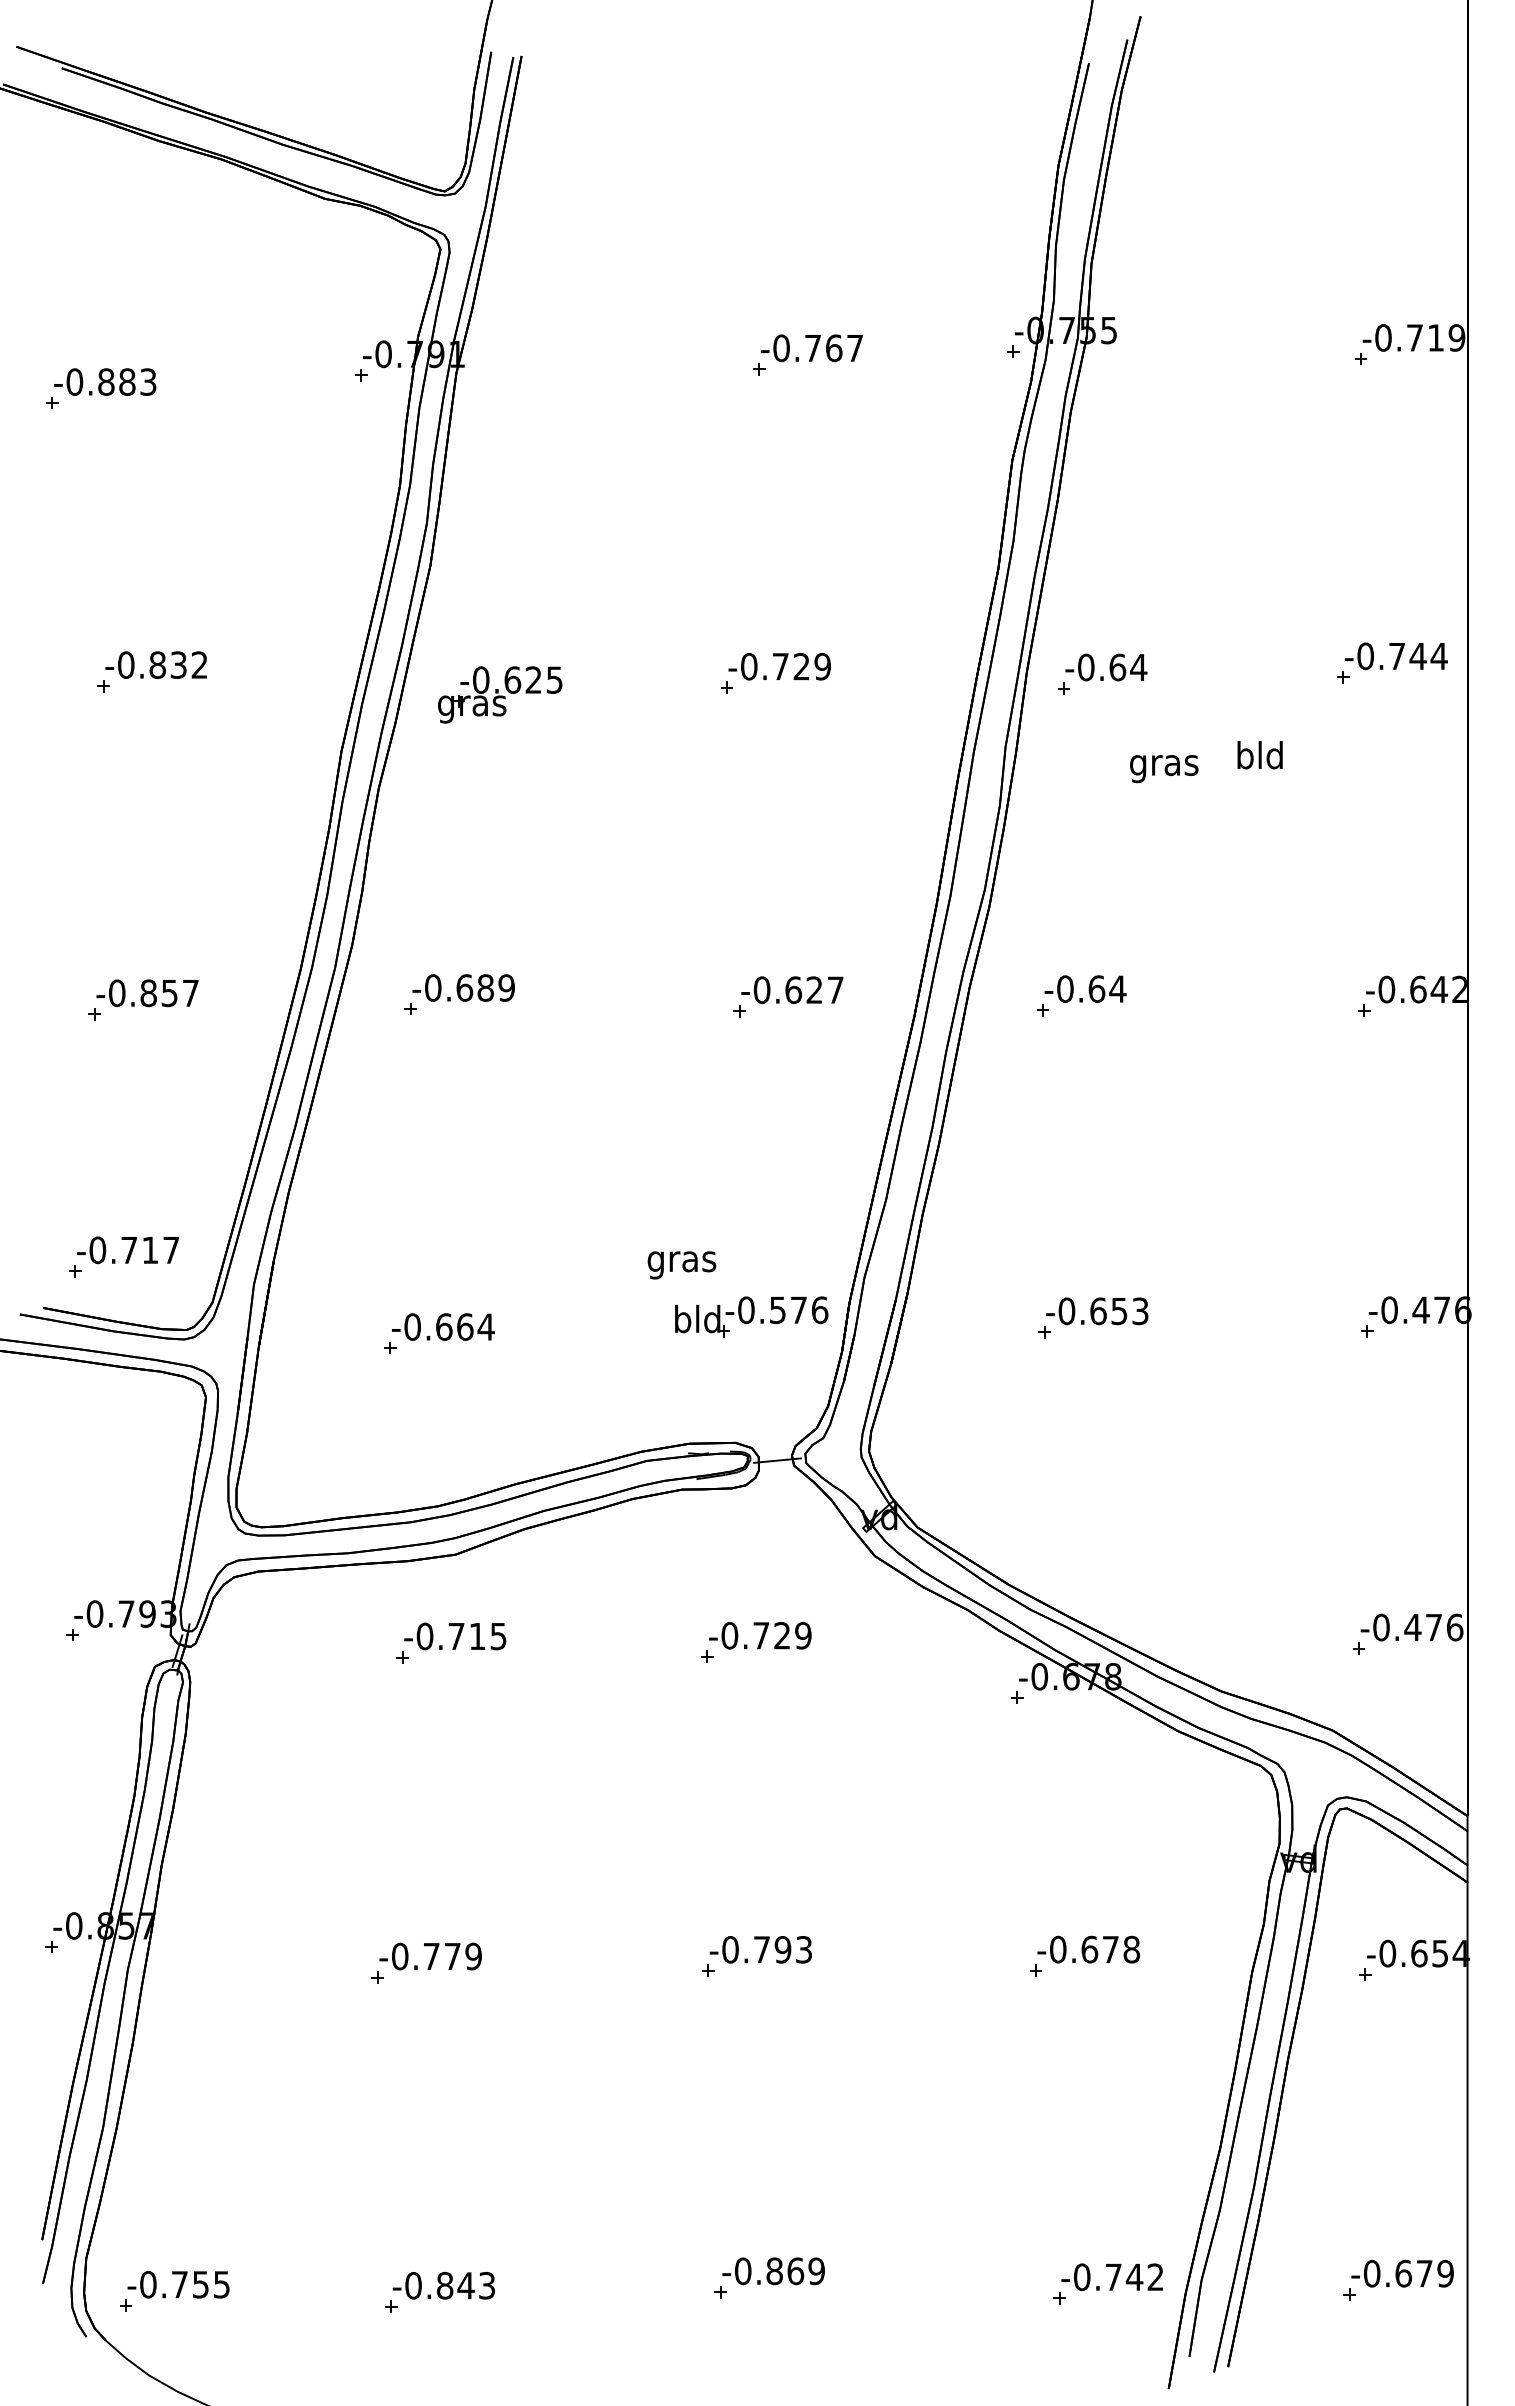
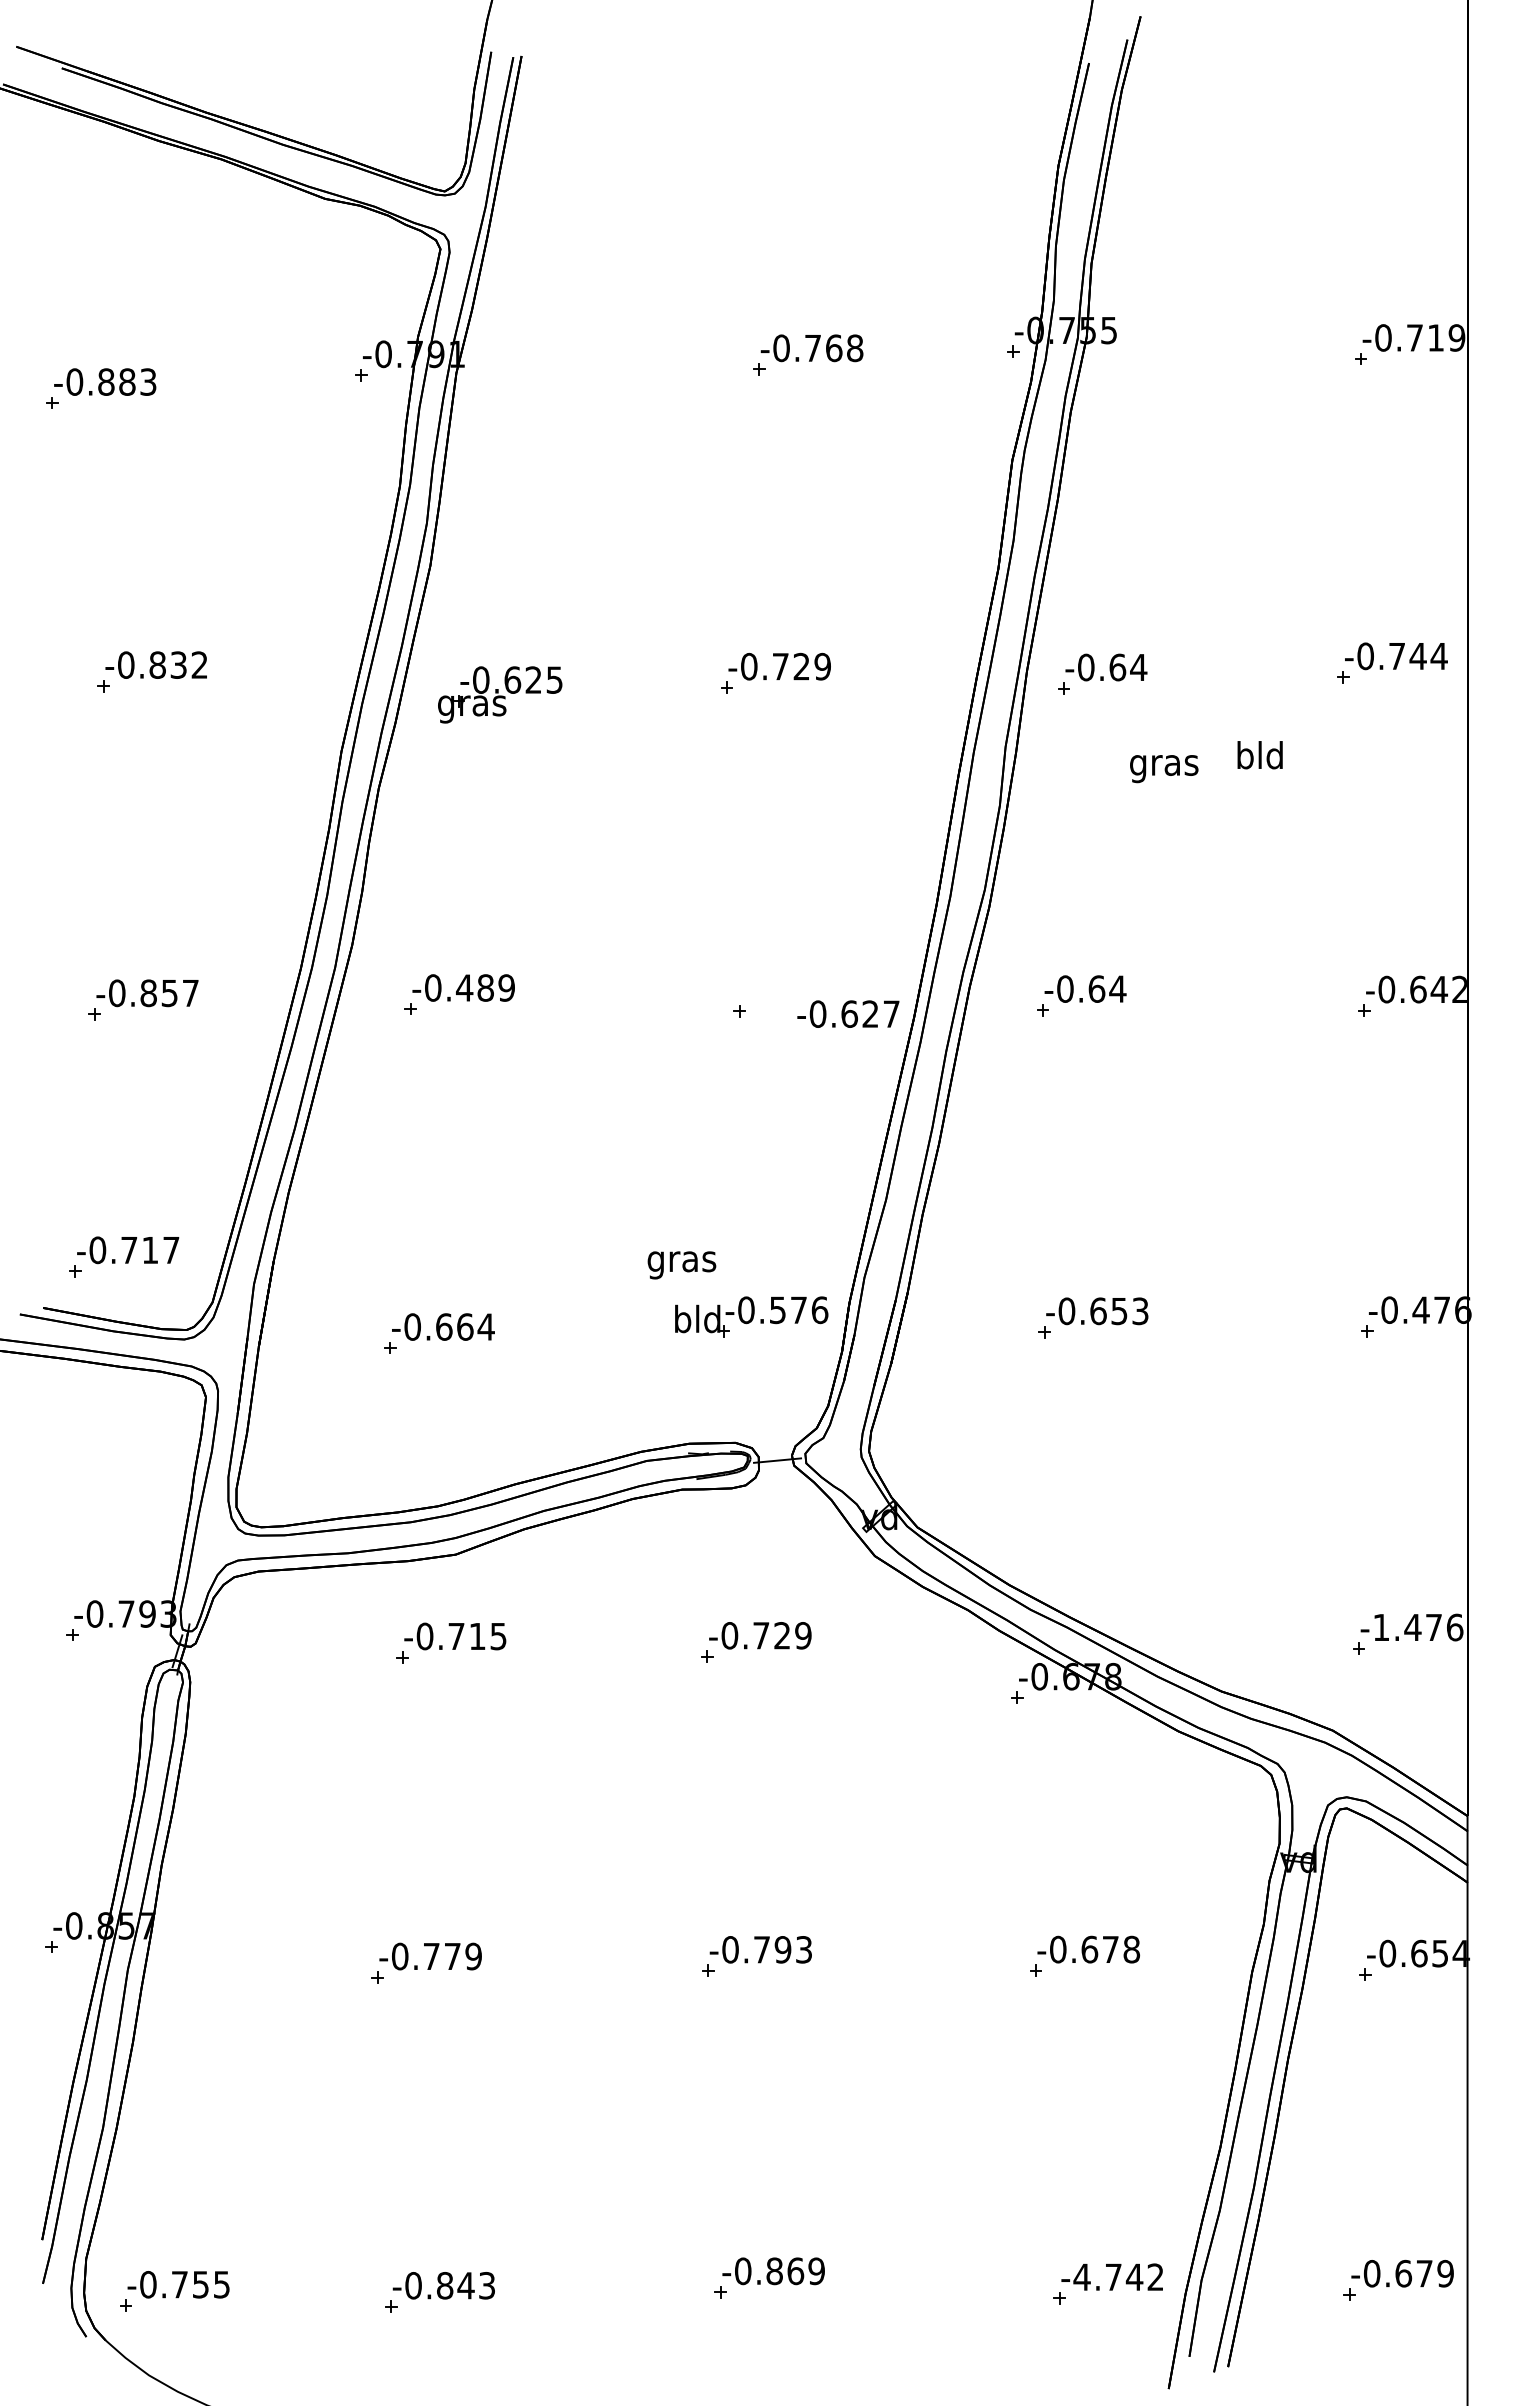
text at (855, 348): -0.767 -> -0.768
text at (464, 987): -0.689 -> -0.489
text at (792, 989) position: (792, 989) -> (848, 1013)
text at (1381, 1627): -0.476 -> -1.476
text at (1081, 2277): -0.742 -> -4.742
